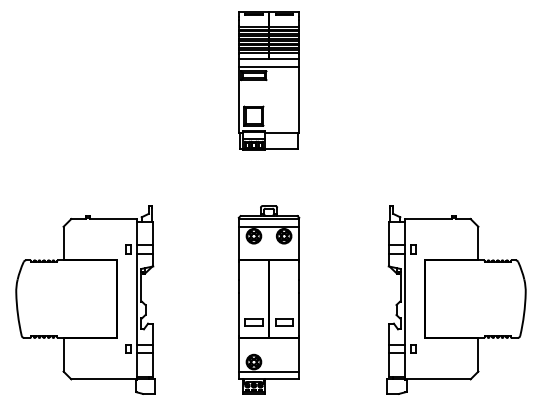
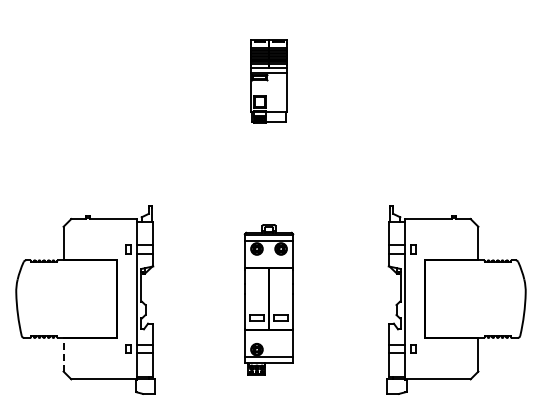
part at (268, 80) size: 62x140 px -> 38x85 px
part at (268, 299) size: 64x190 px -> 52x152 px
line at (63, 354): solid -> dashed
